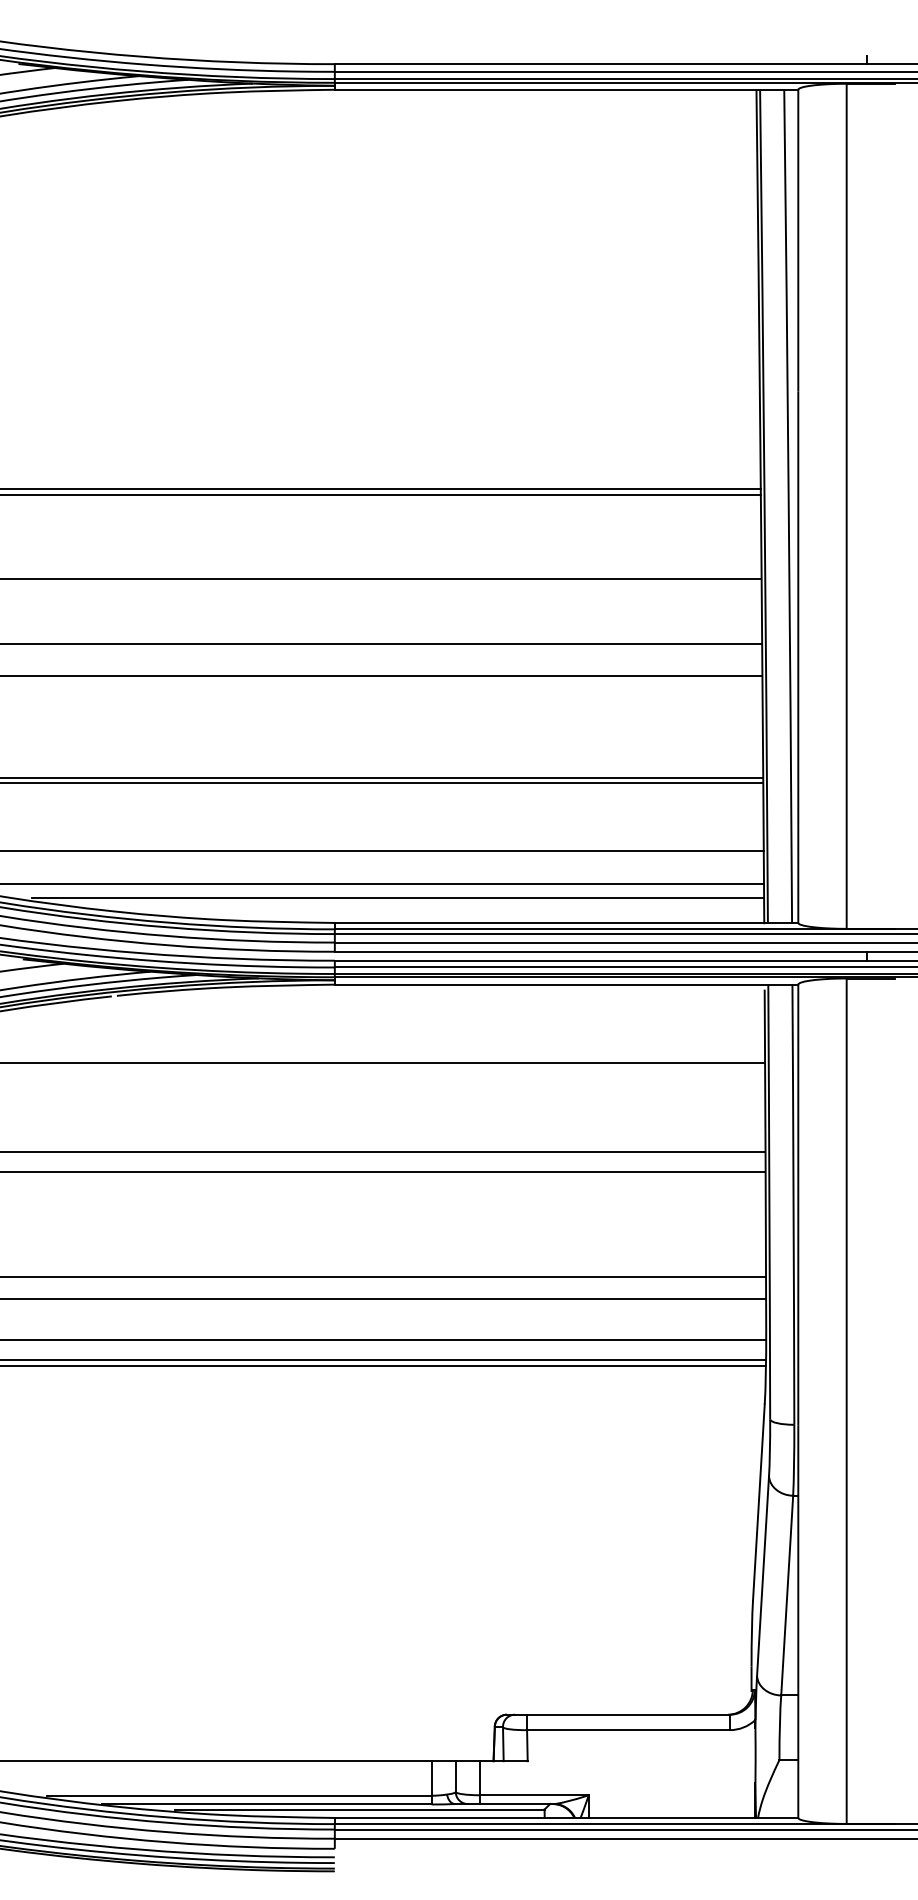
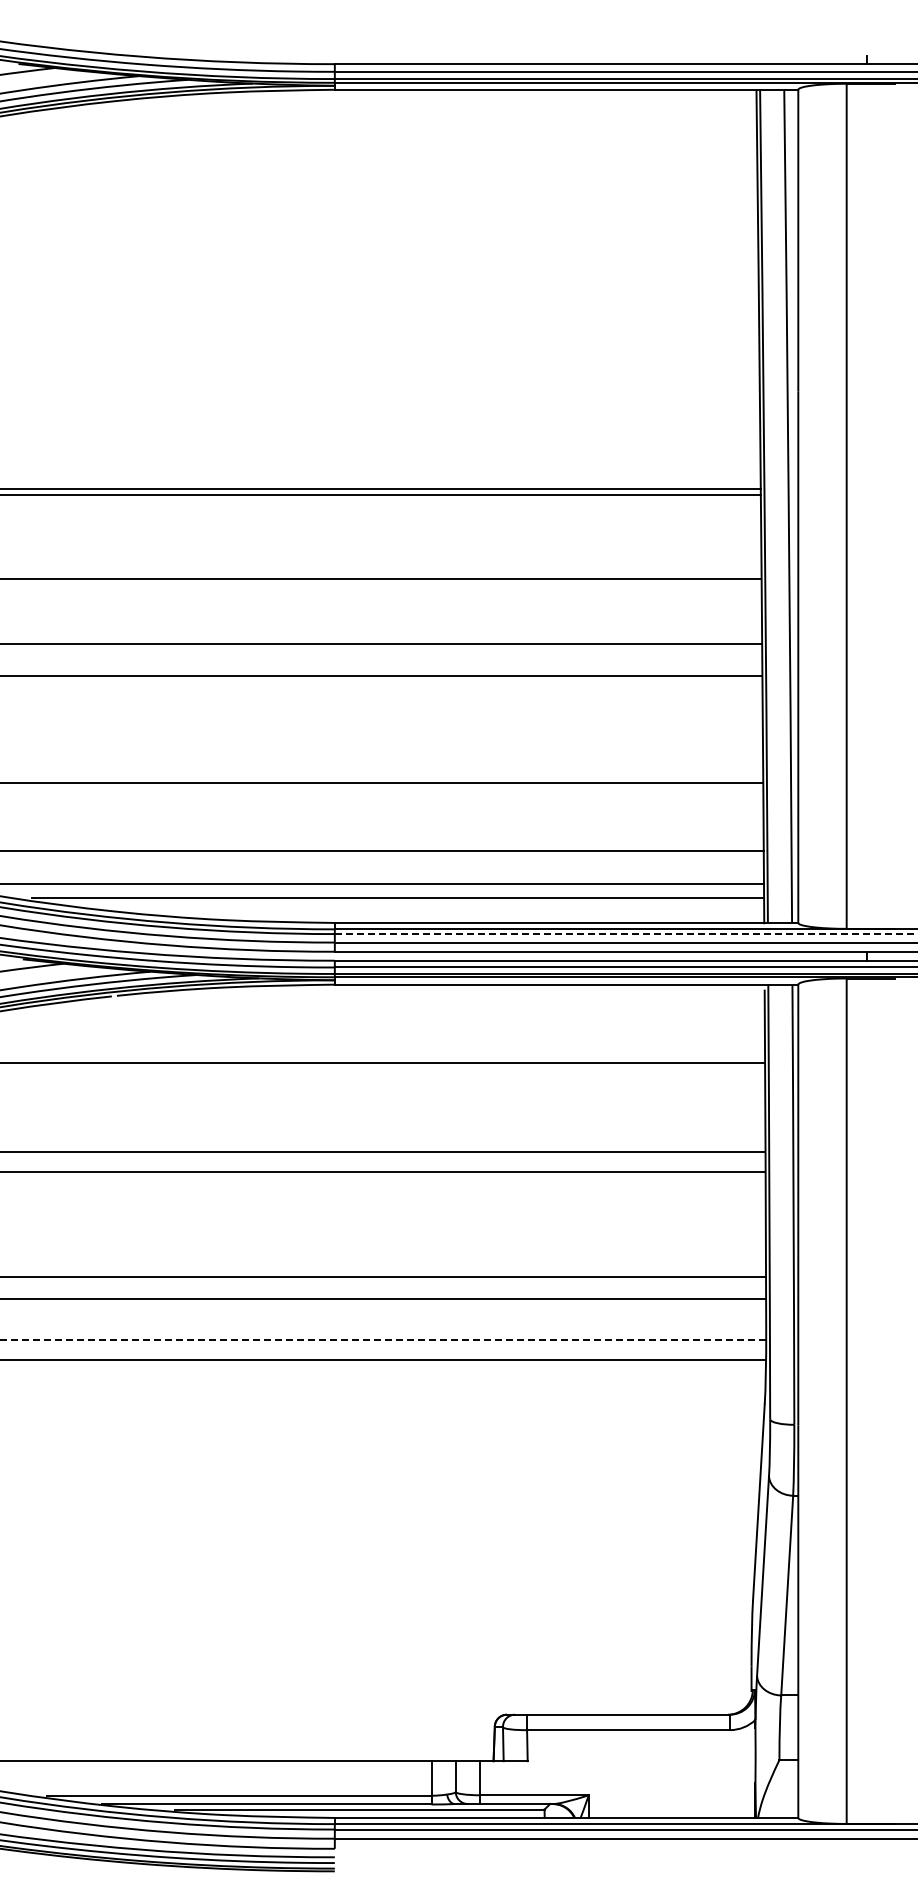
line at (382, 777): present -> none
line at (626, 934): solid -> dashed
line at (383, 1339): solid -> dashed
line at (384, 1366): present -> none
